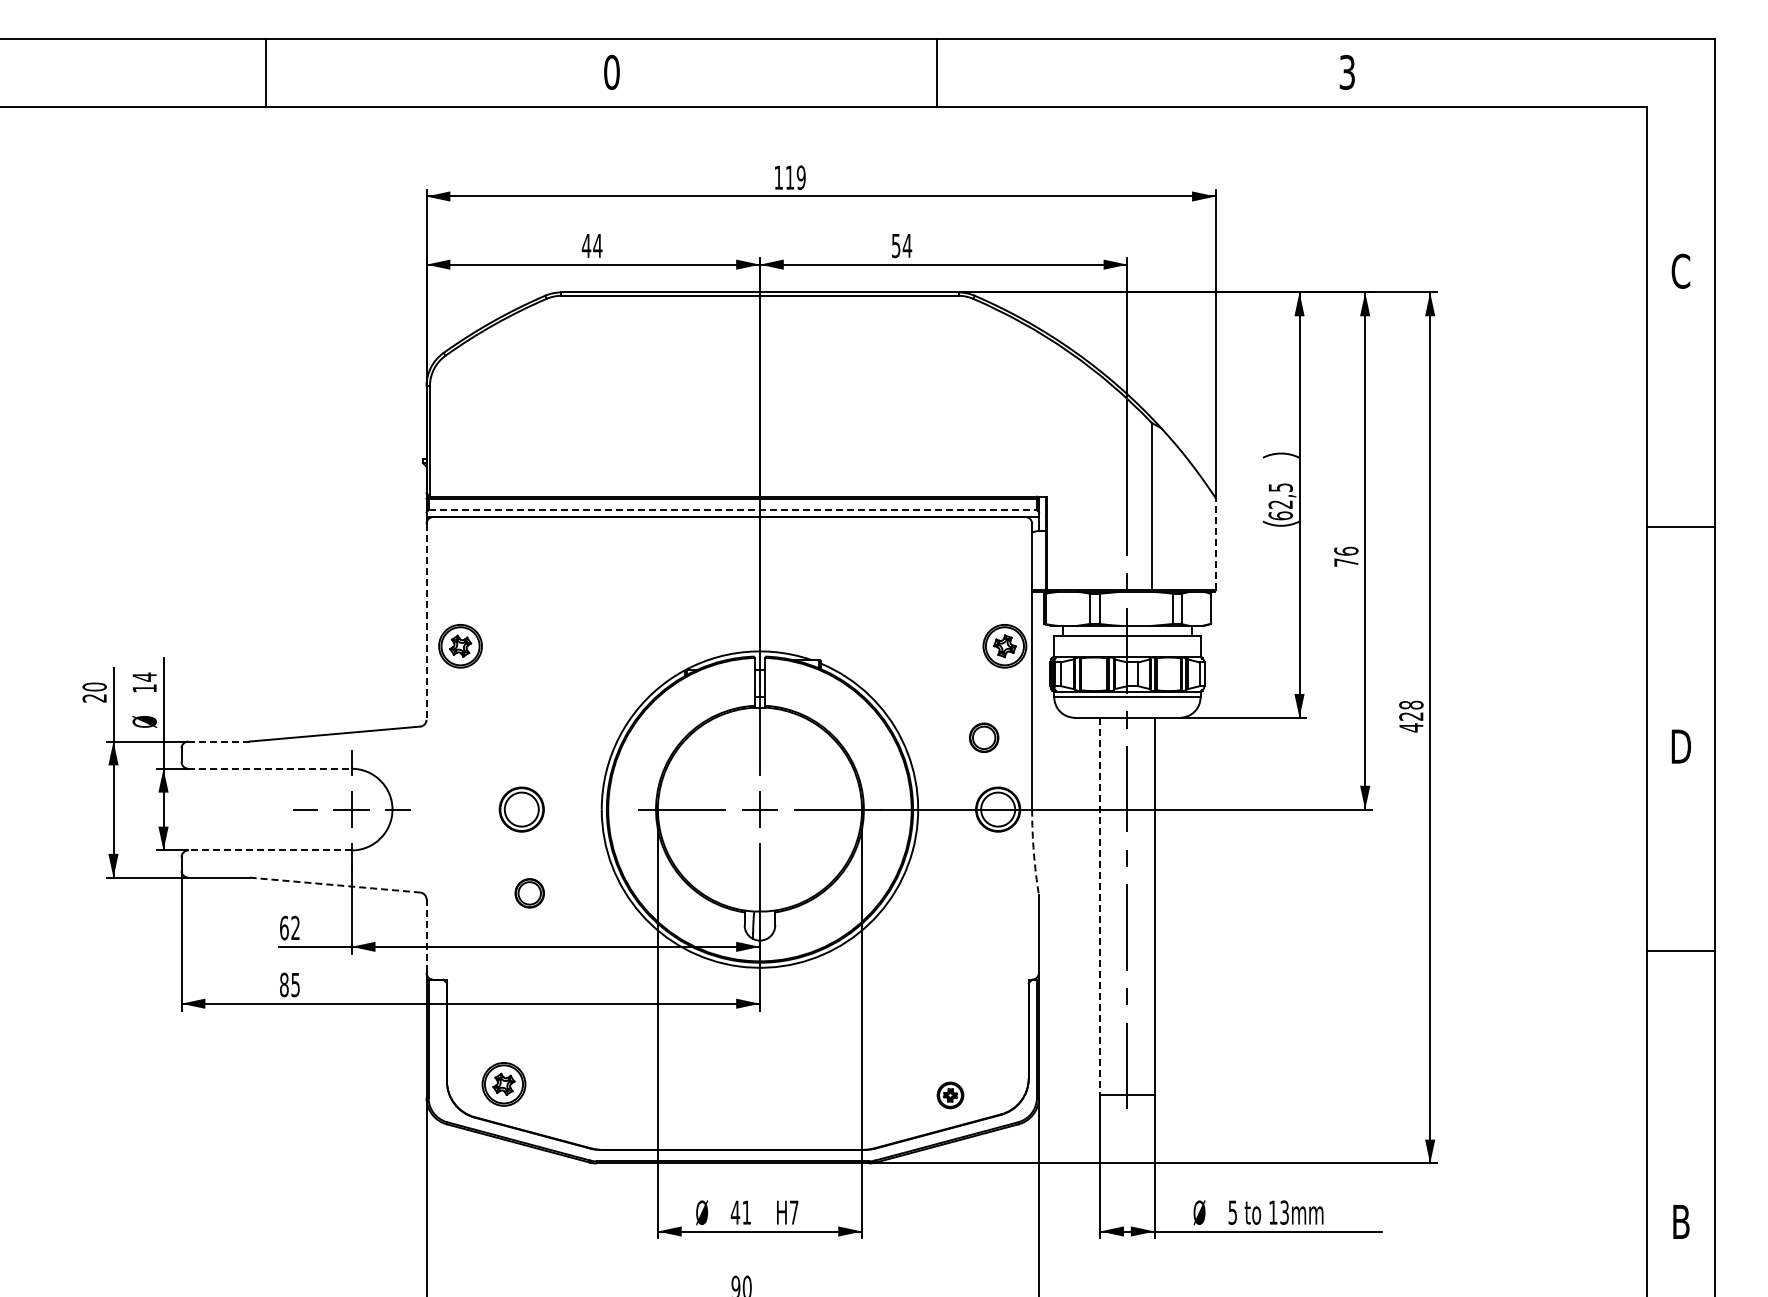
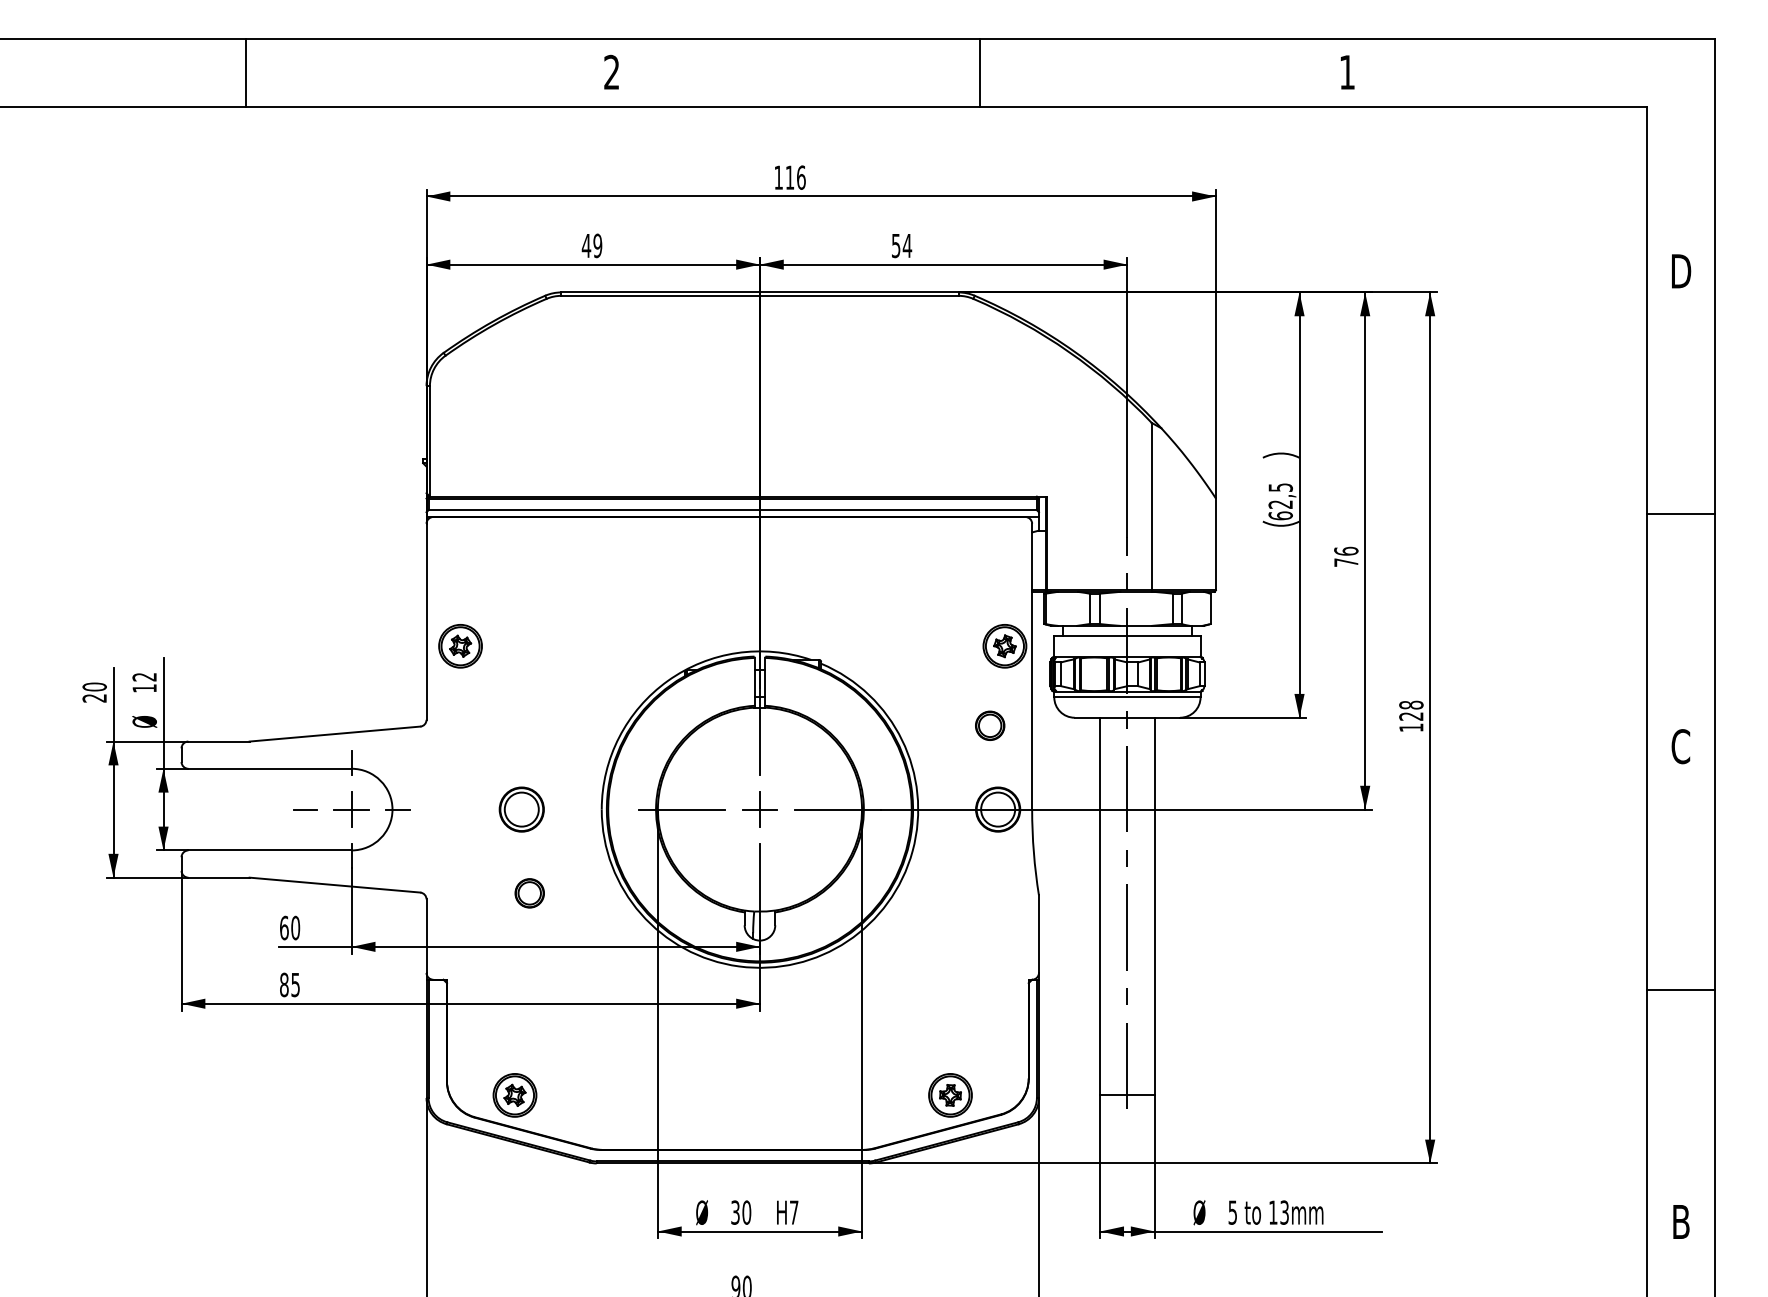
text at (611, 71): 0 -> 2
text at (1346, 71): 3 -> 1
line at (265, 72) position: (265, 72) -> (245, 72)
line at (937, 72) position: (937, 72) -> (980, 72)
text at (800, 177): 119 -> 116
text at (597, 245): 44 -> 49
text at (1681, 270): C -> D
line at (733, 510): dashed -> solid
line at (1680, 527) position: (1680, 527) -> (1680, 514)
line at (1215, 543): dashed -> solid
line at (426, 622): dashed -> solid
text at (144, 676): 14 -> 12
text at (1411, 727): 428 -> 128
part at (984, 737) position: (984, 737) -> (990, 725)
line at (218, 741): dashed -> solid
text at (1681, 746): D -> C
line at (270, 768): dashed -> solid
line at (270, 850): dashed -> solid
arc at (1033, 852): dashed -> solid
line at (334, 885): dashed -> solid
line at (1100, 906): dashed -> solid
text at (295, 927): 62 -> 60
line at (426, 936): dashed -> solid
line at (1680, 950) position: (1680, 950) -> (1680, 989)
part at (503, 1084) position: (503, 1084) -> (514, 1095)
part at (950, 1095) size: 29x29 px -> 45x45 px
text at (740, 1212): 41 -> 30
